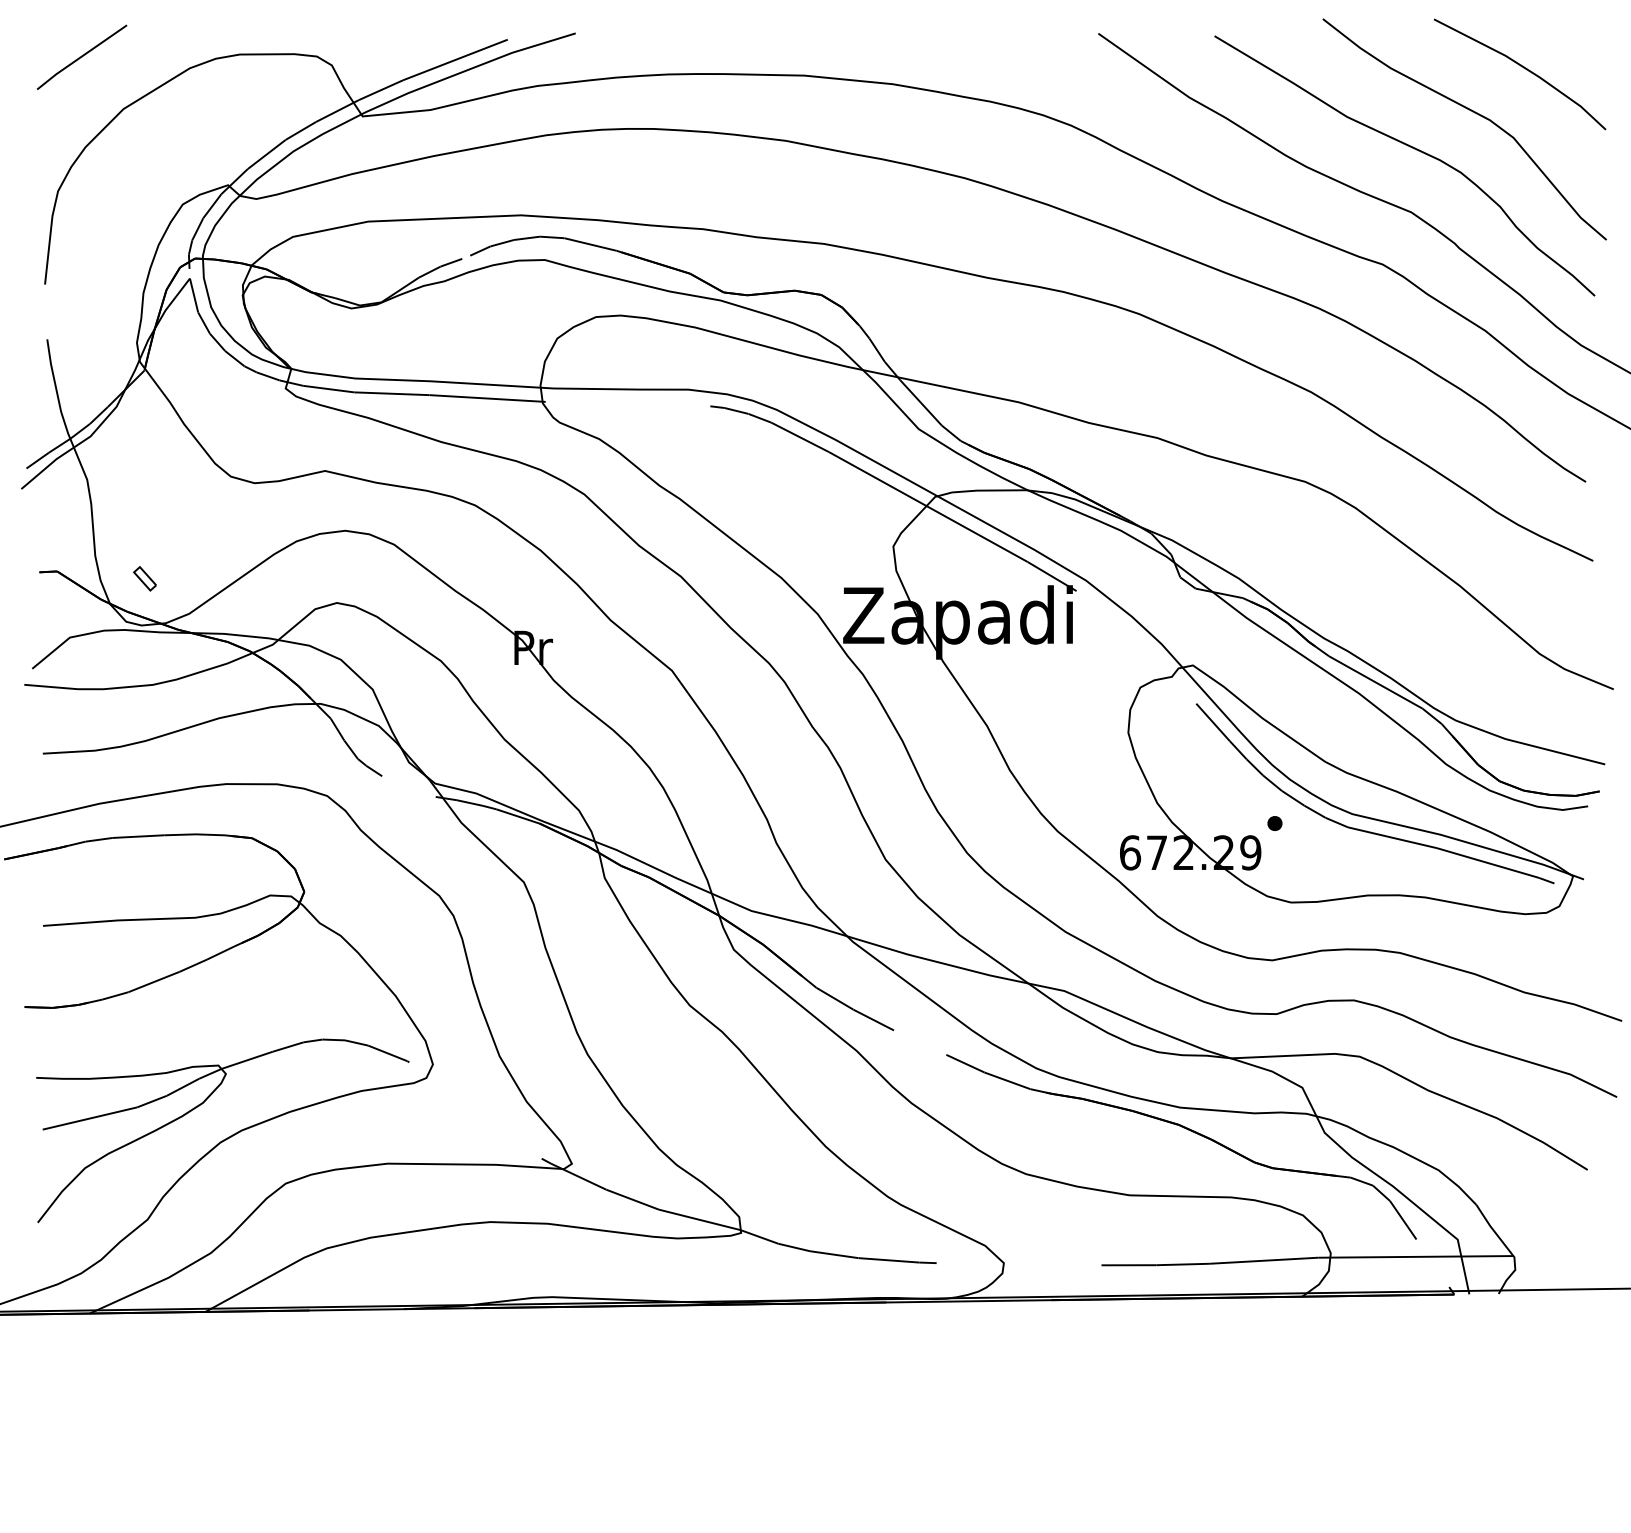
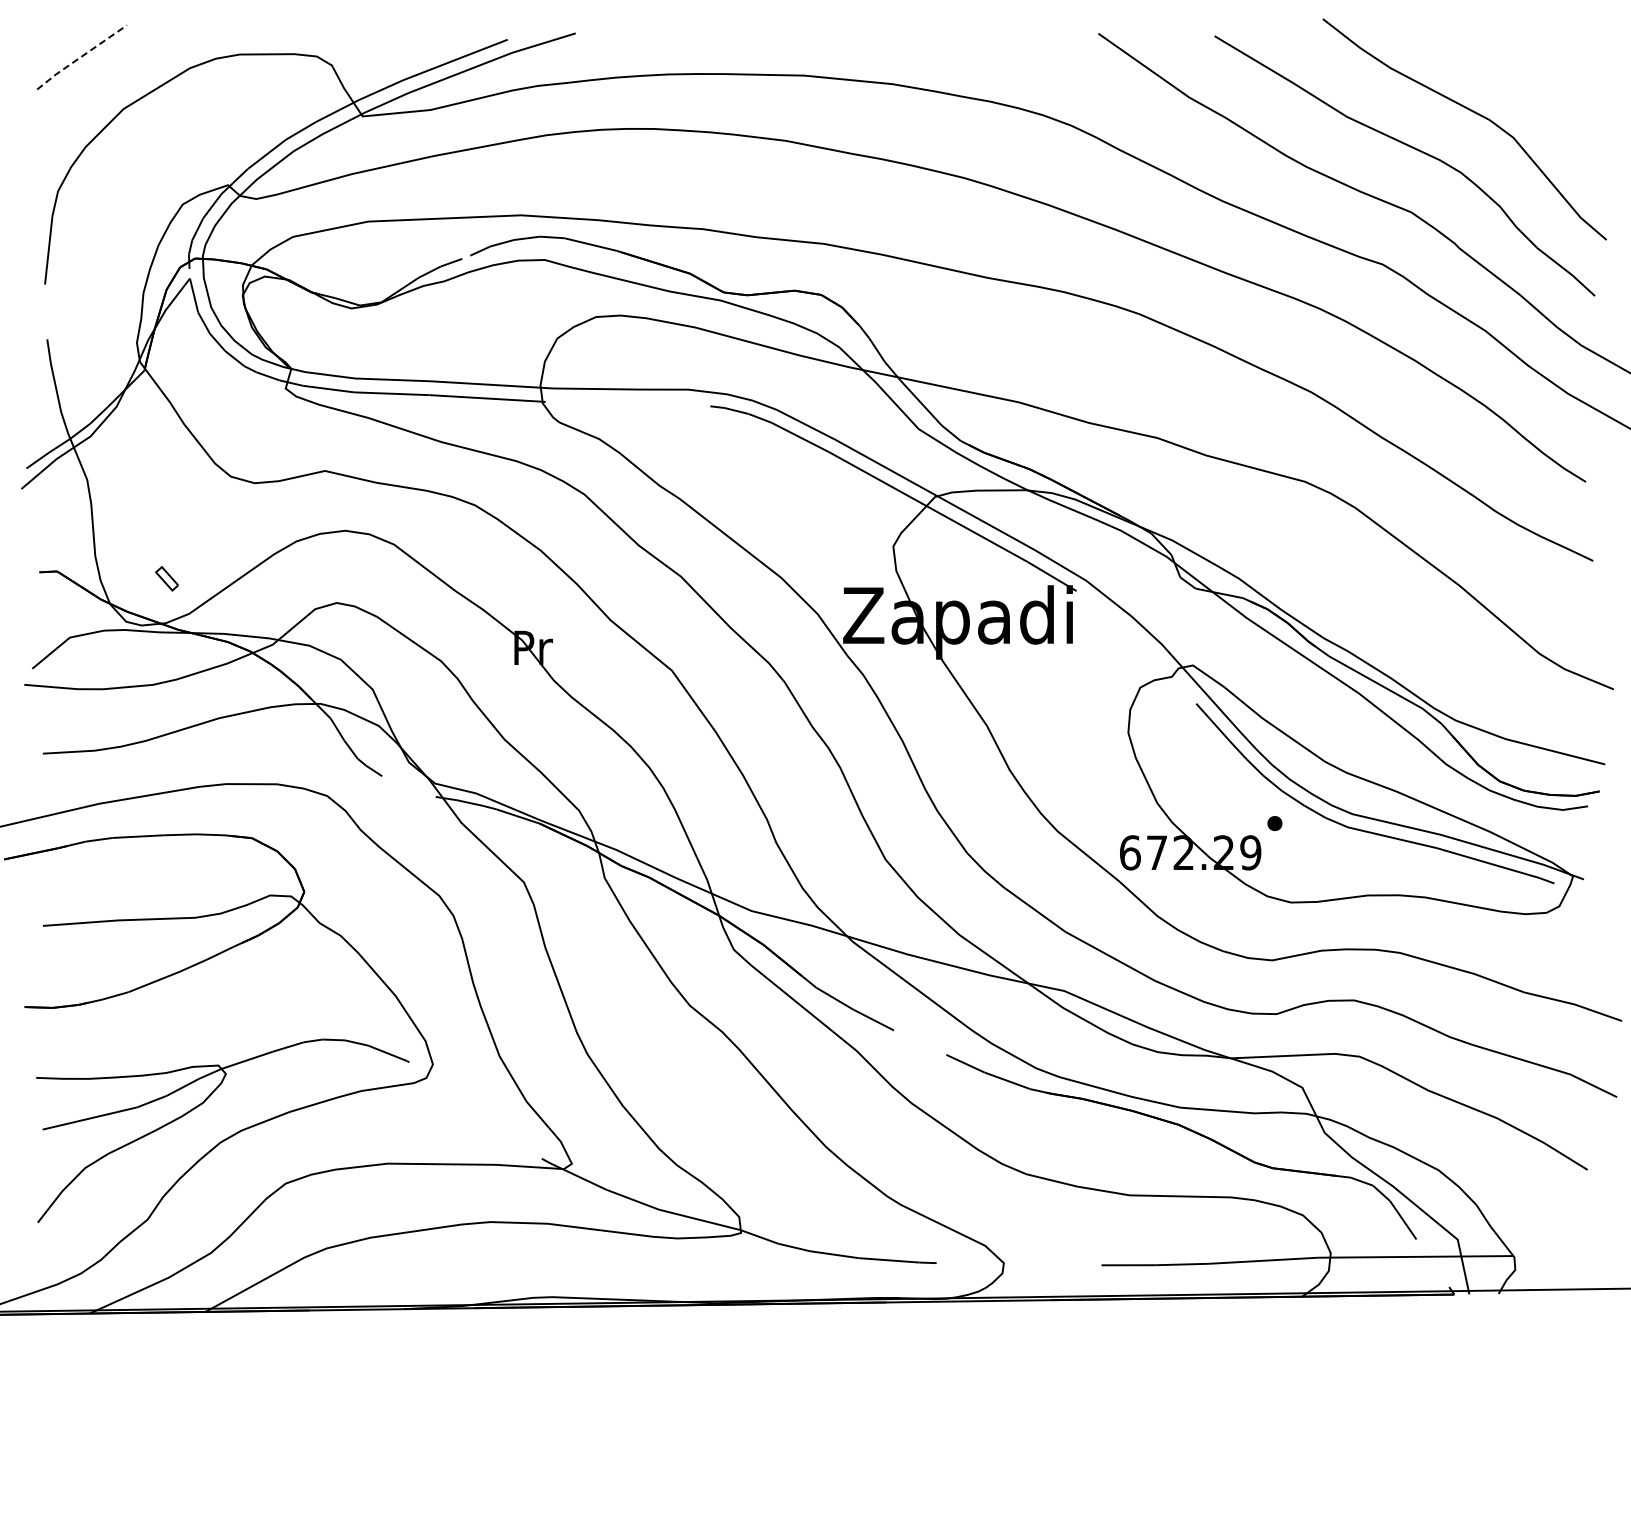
line at (81, 56): solid -> dashed
line at (1523, 68): present -> none
part at (144, 578) position: (144, 578) -> (166, 578)
